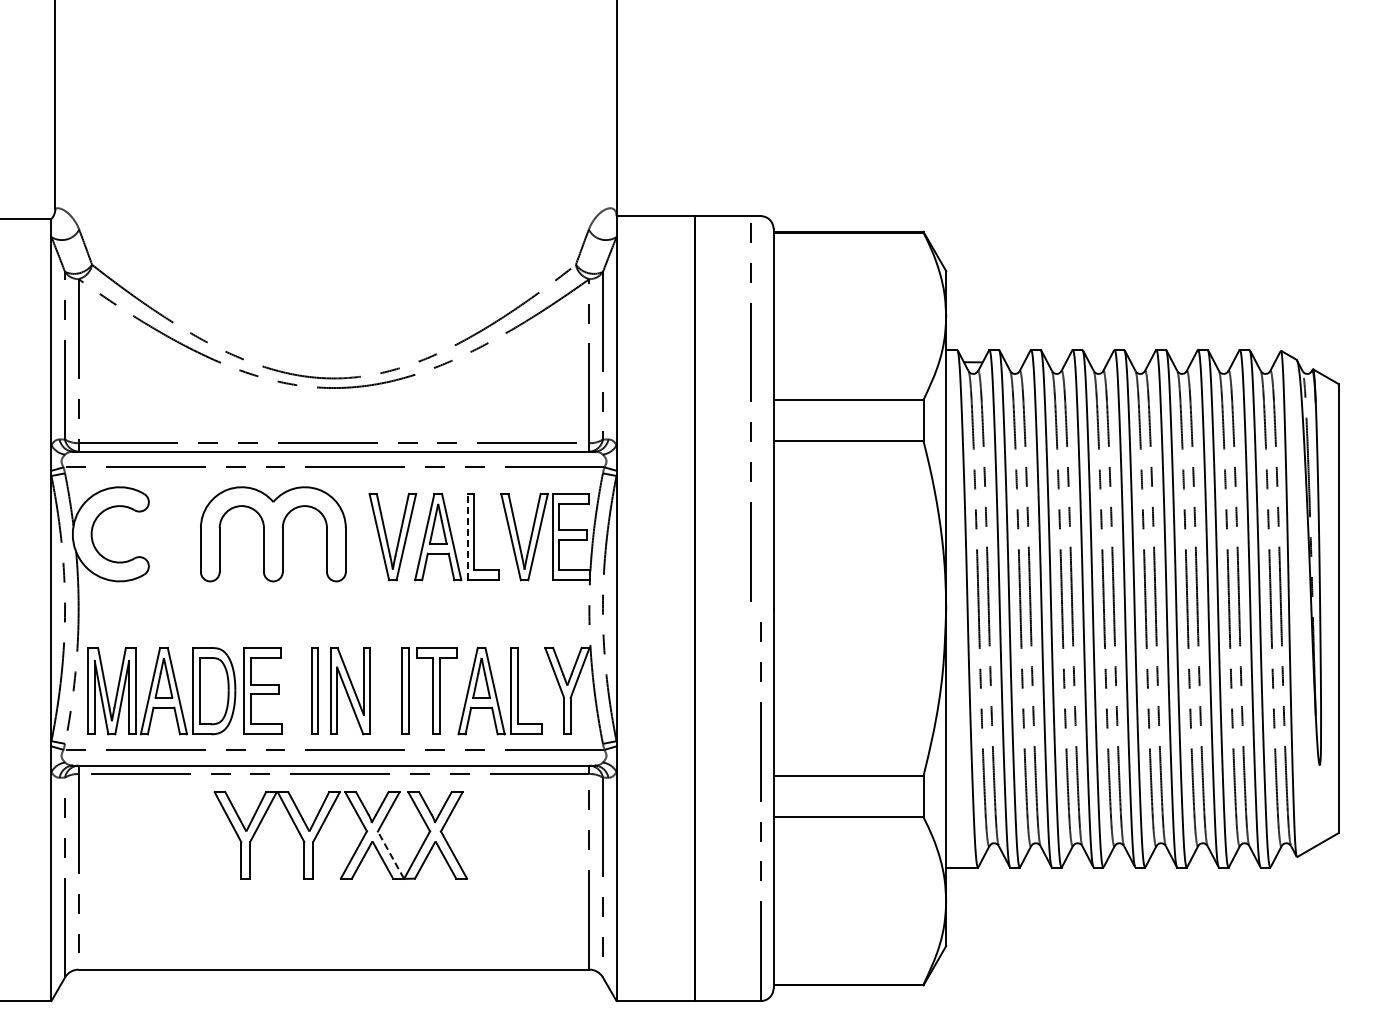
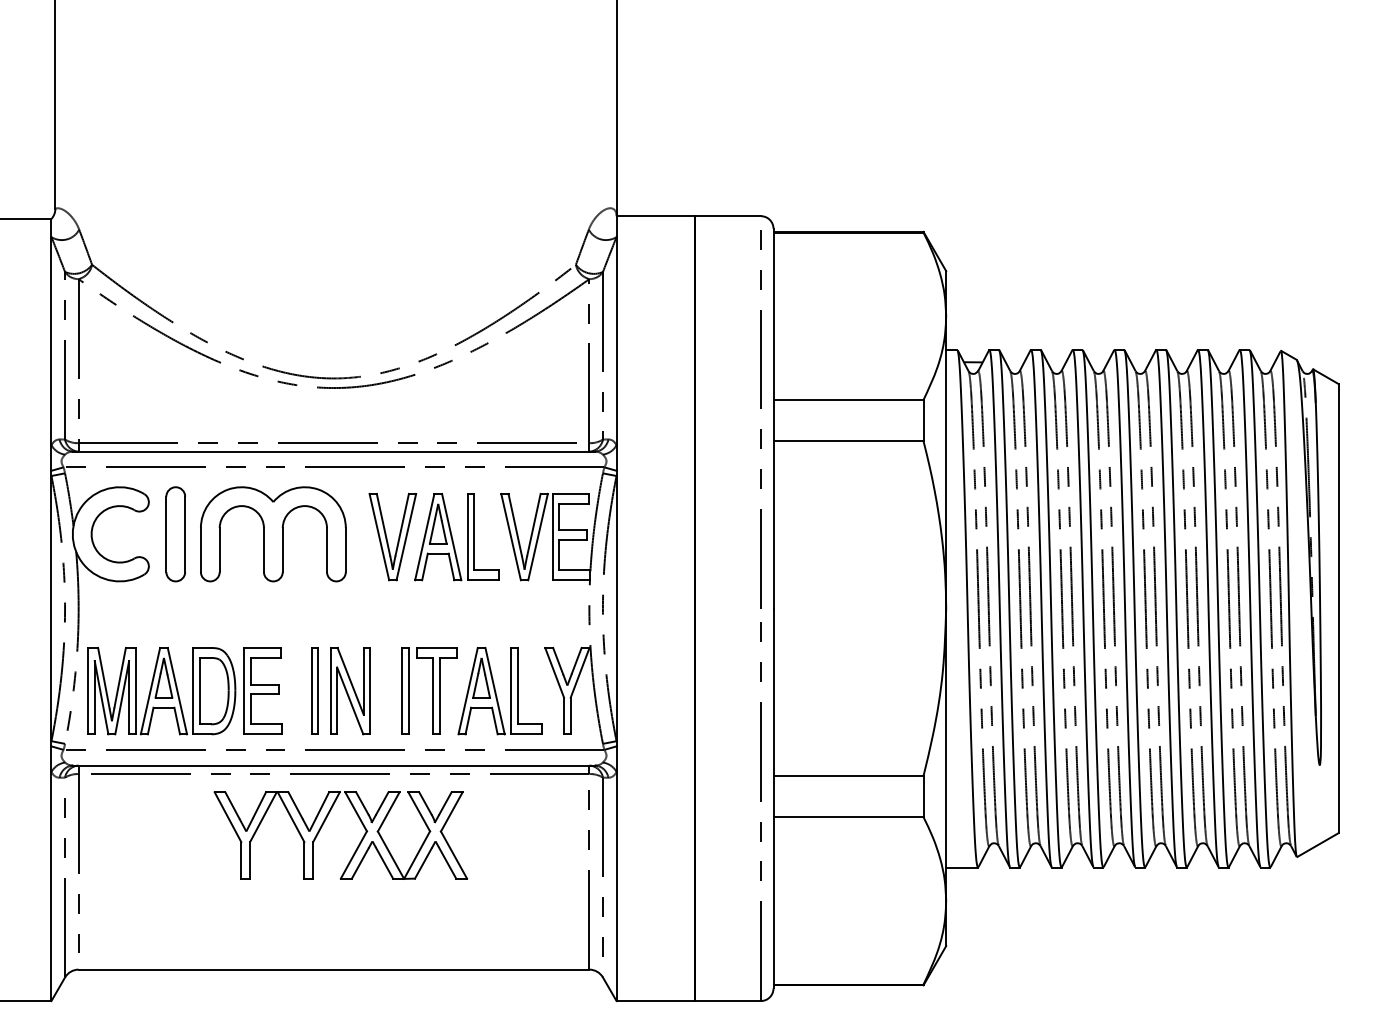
line at (750, 422) position: (750, 422) -> (760, 429)
part at (175, 534): none -> present
line at (467, 536): dashed -> solid
line at (390, 855): dashed -> solid
